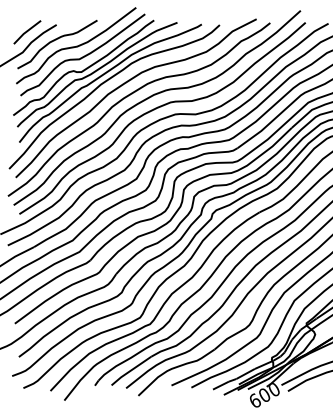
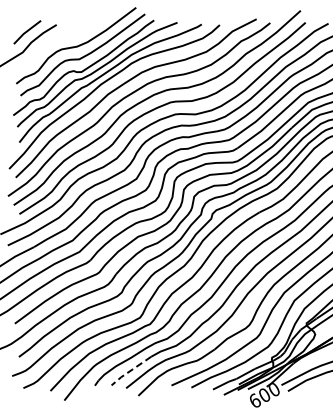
curve at (56, 40): present -> none
line at (130, 371): solid -> dashed
